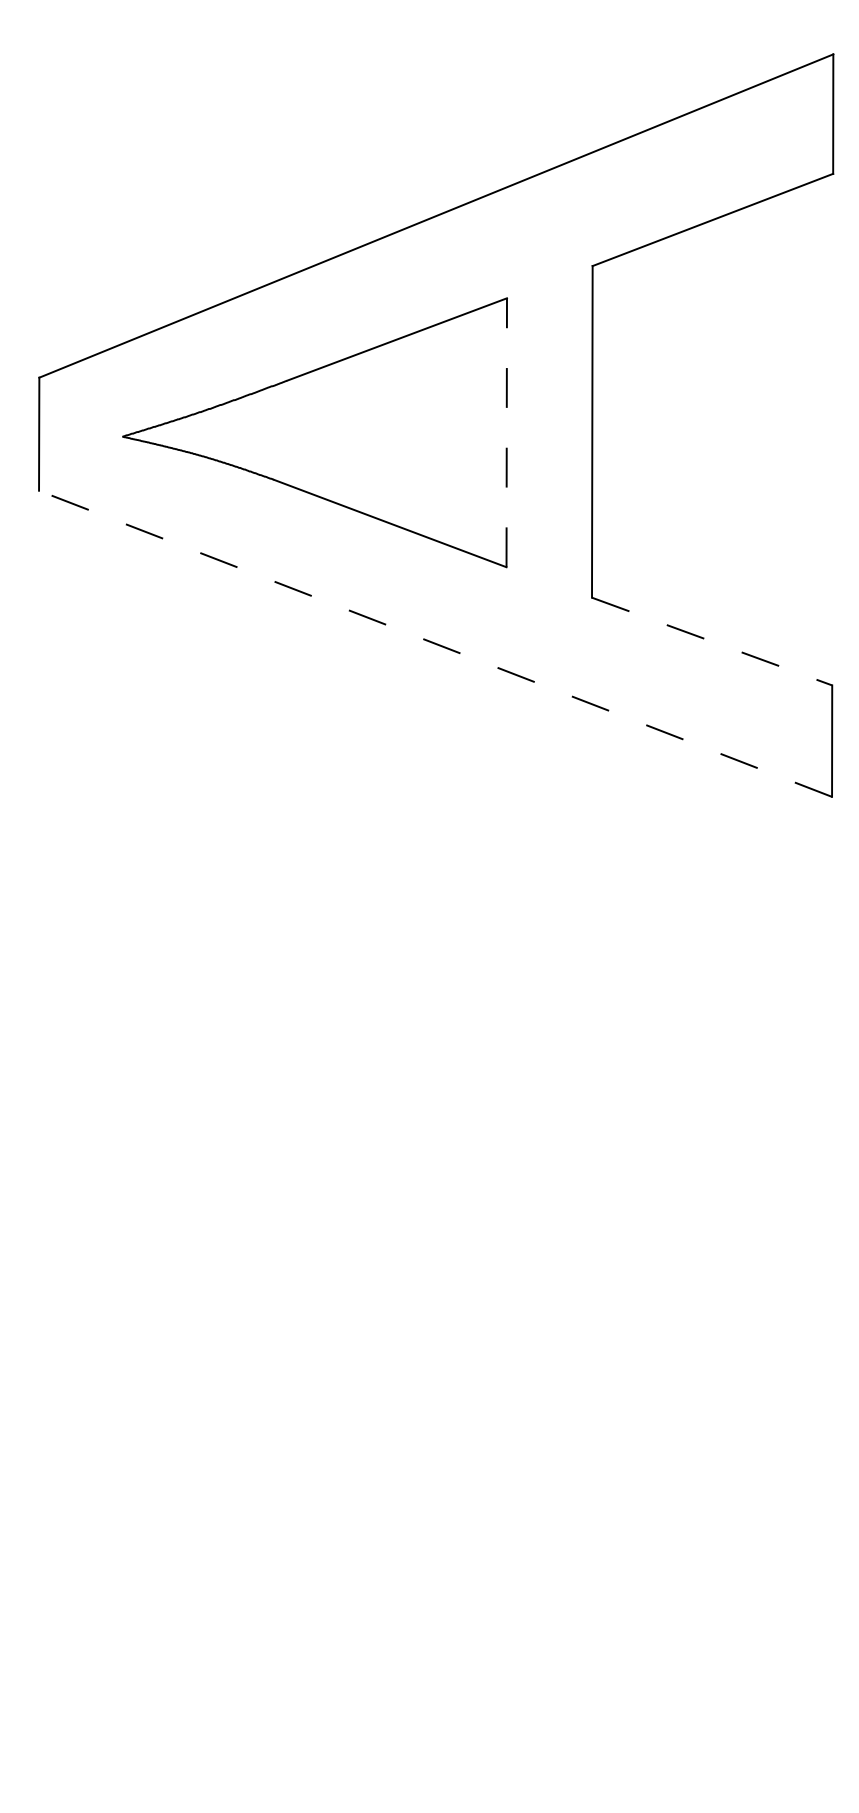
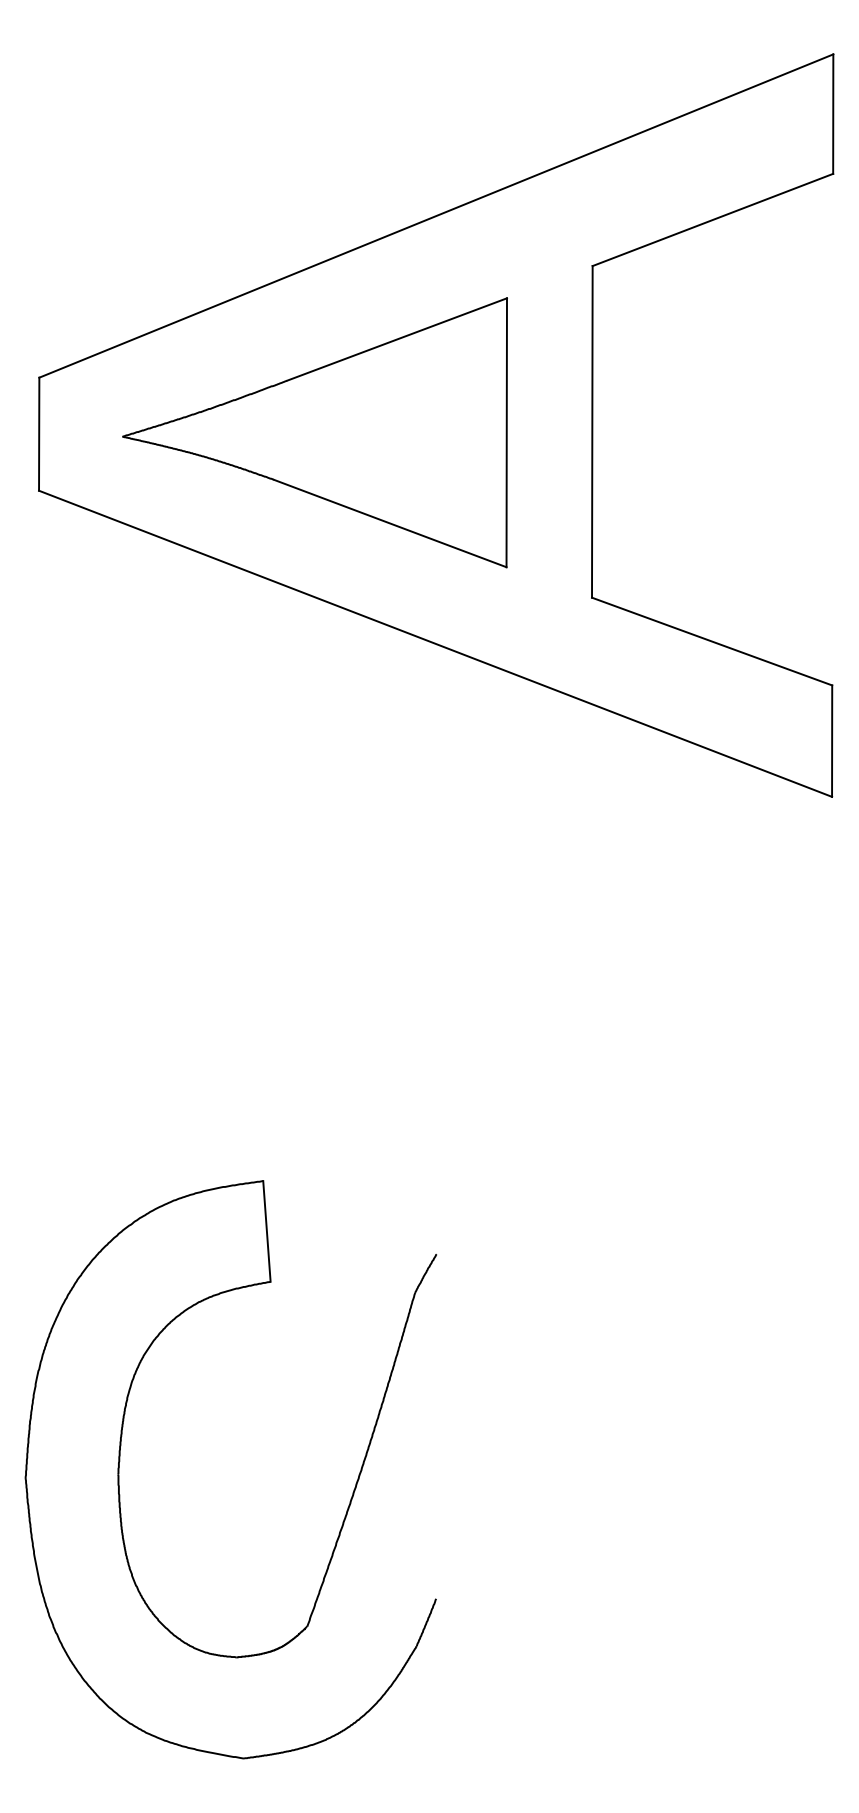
line at (506, 432): dashed -> solid
line at (712, 641): dashed -> solid
line at (435, 643): dashed -> solid
part at (120, 1461): none -> present
